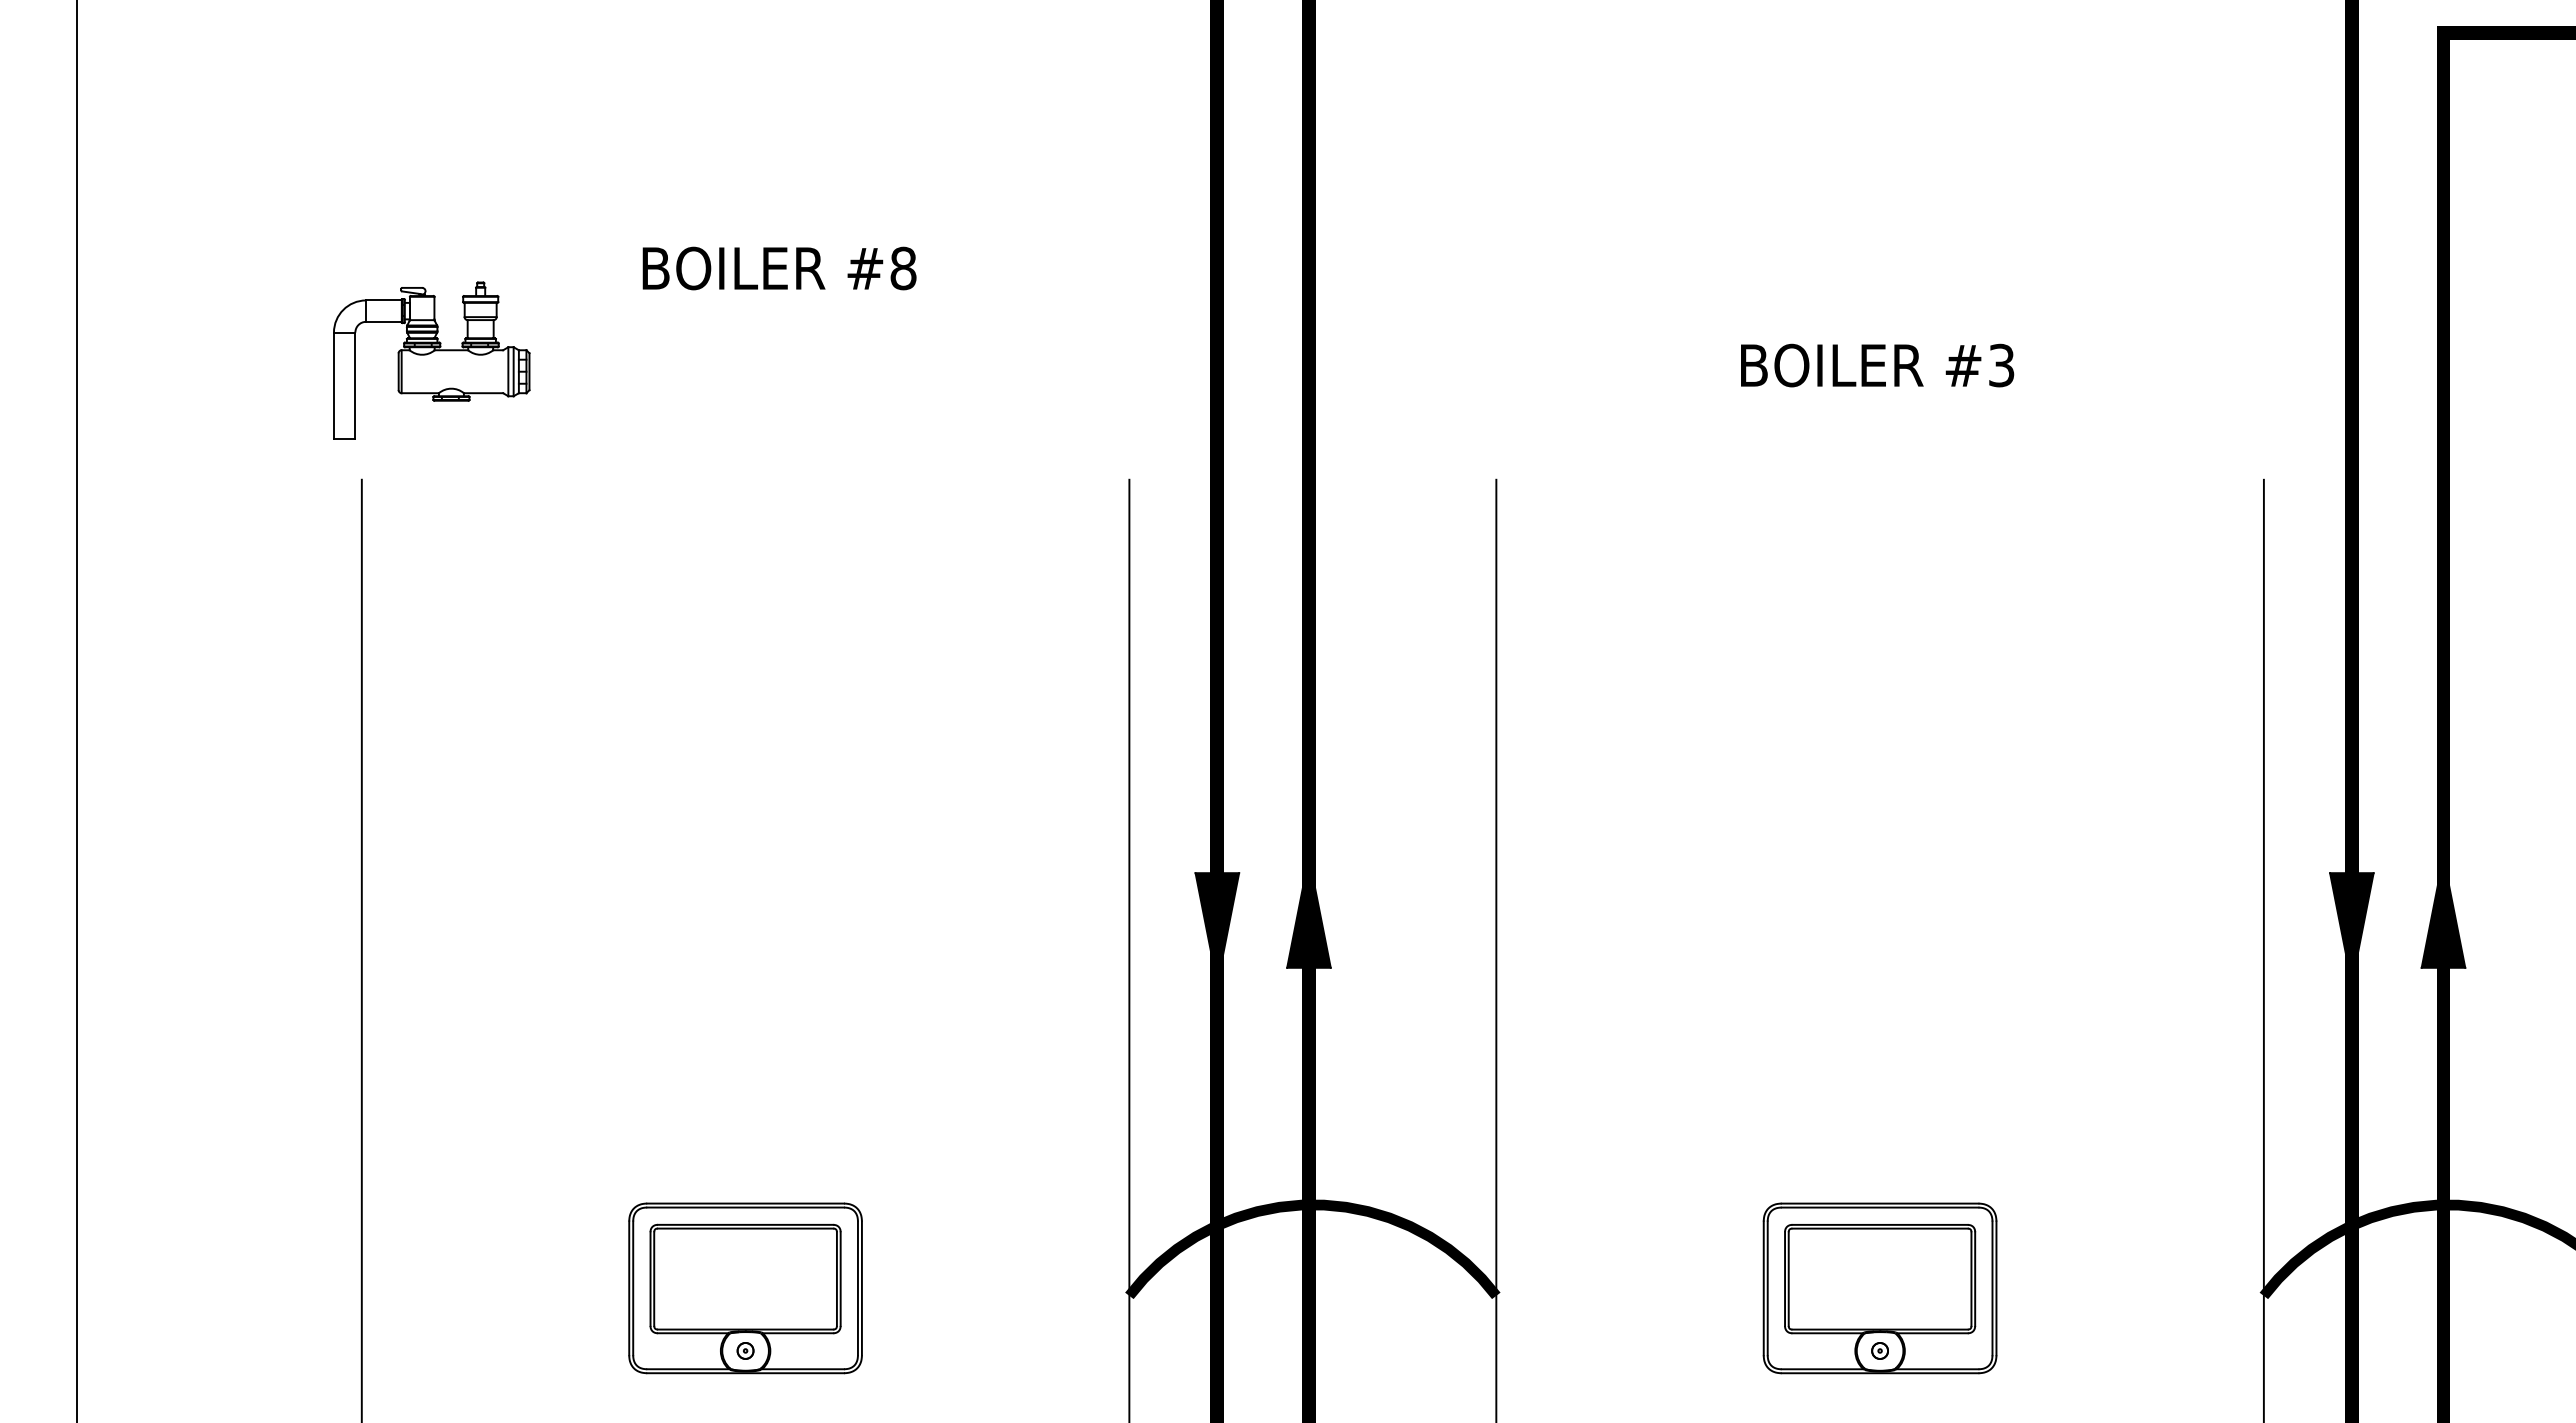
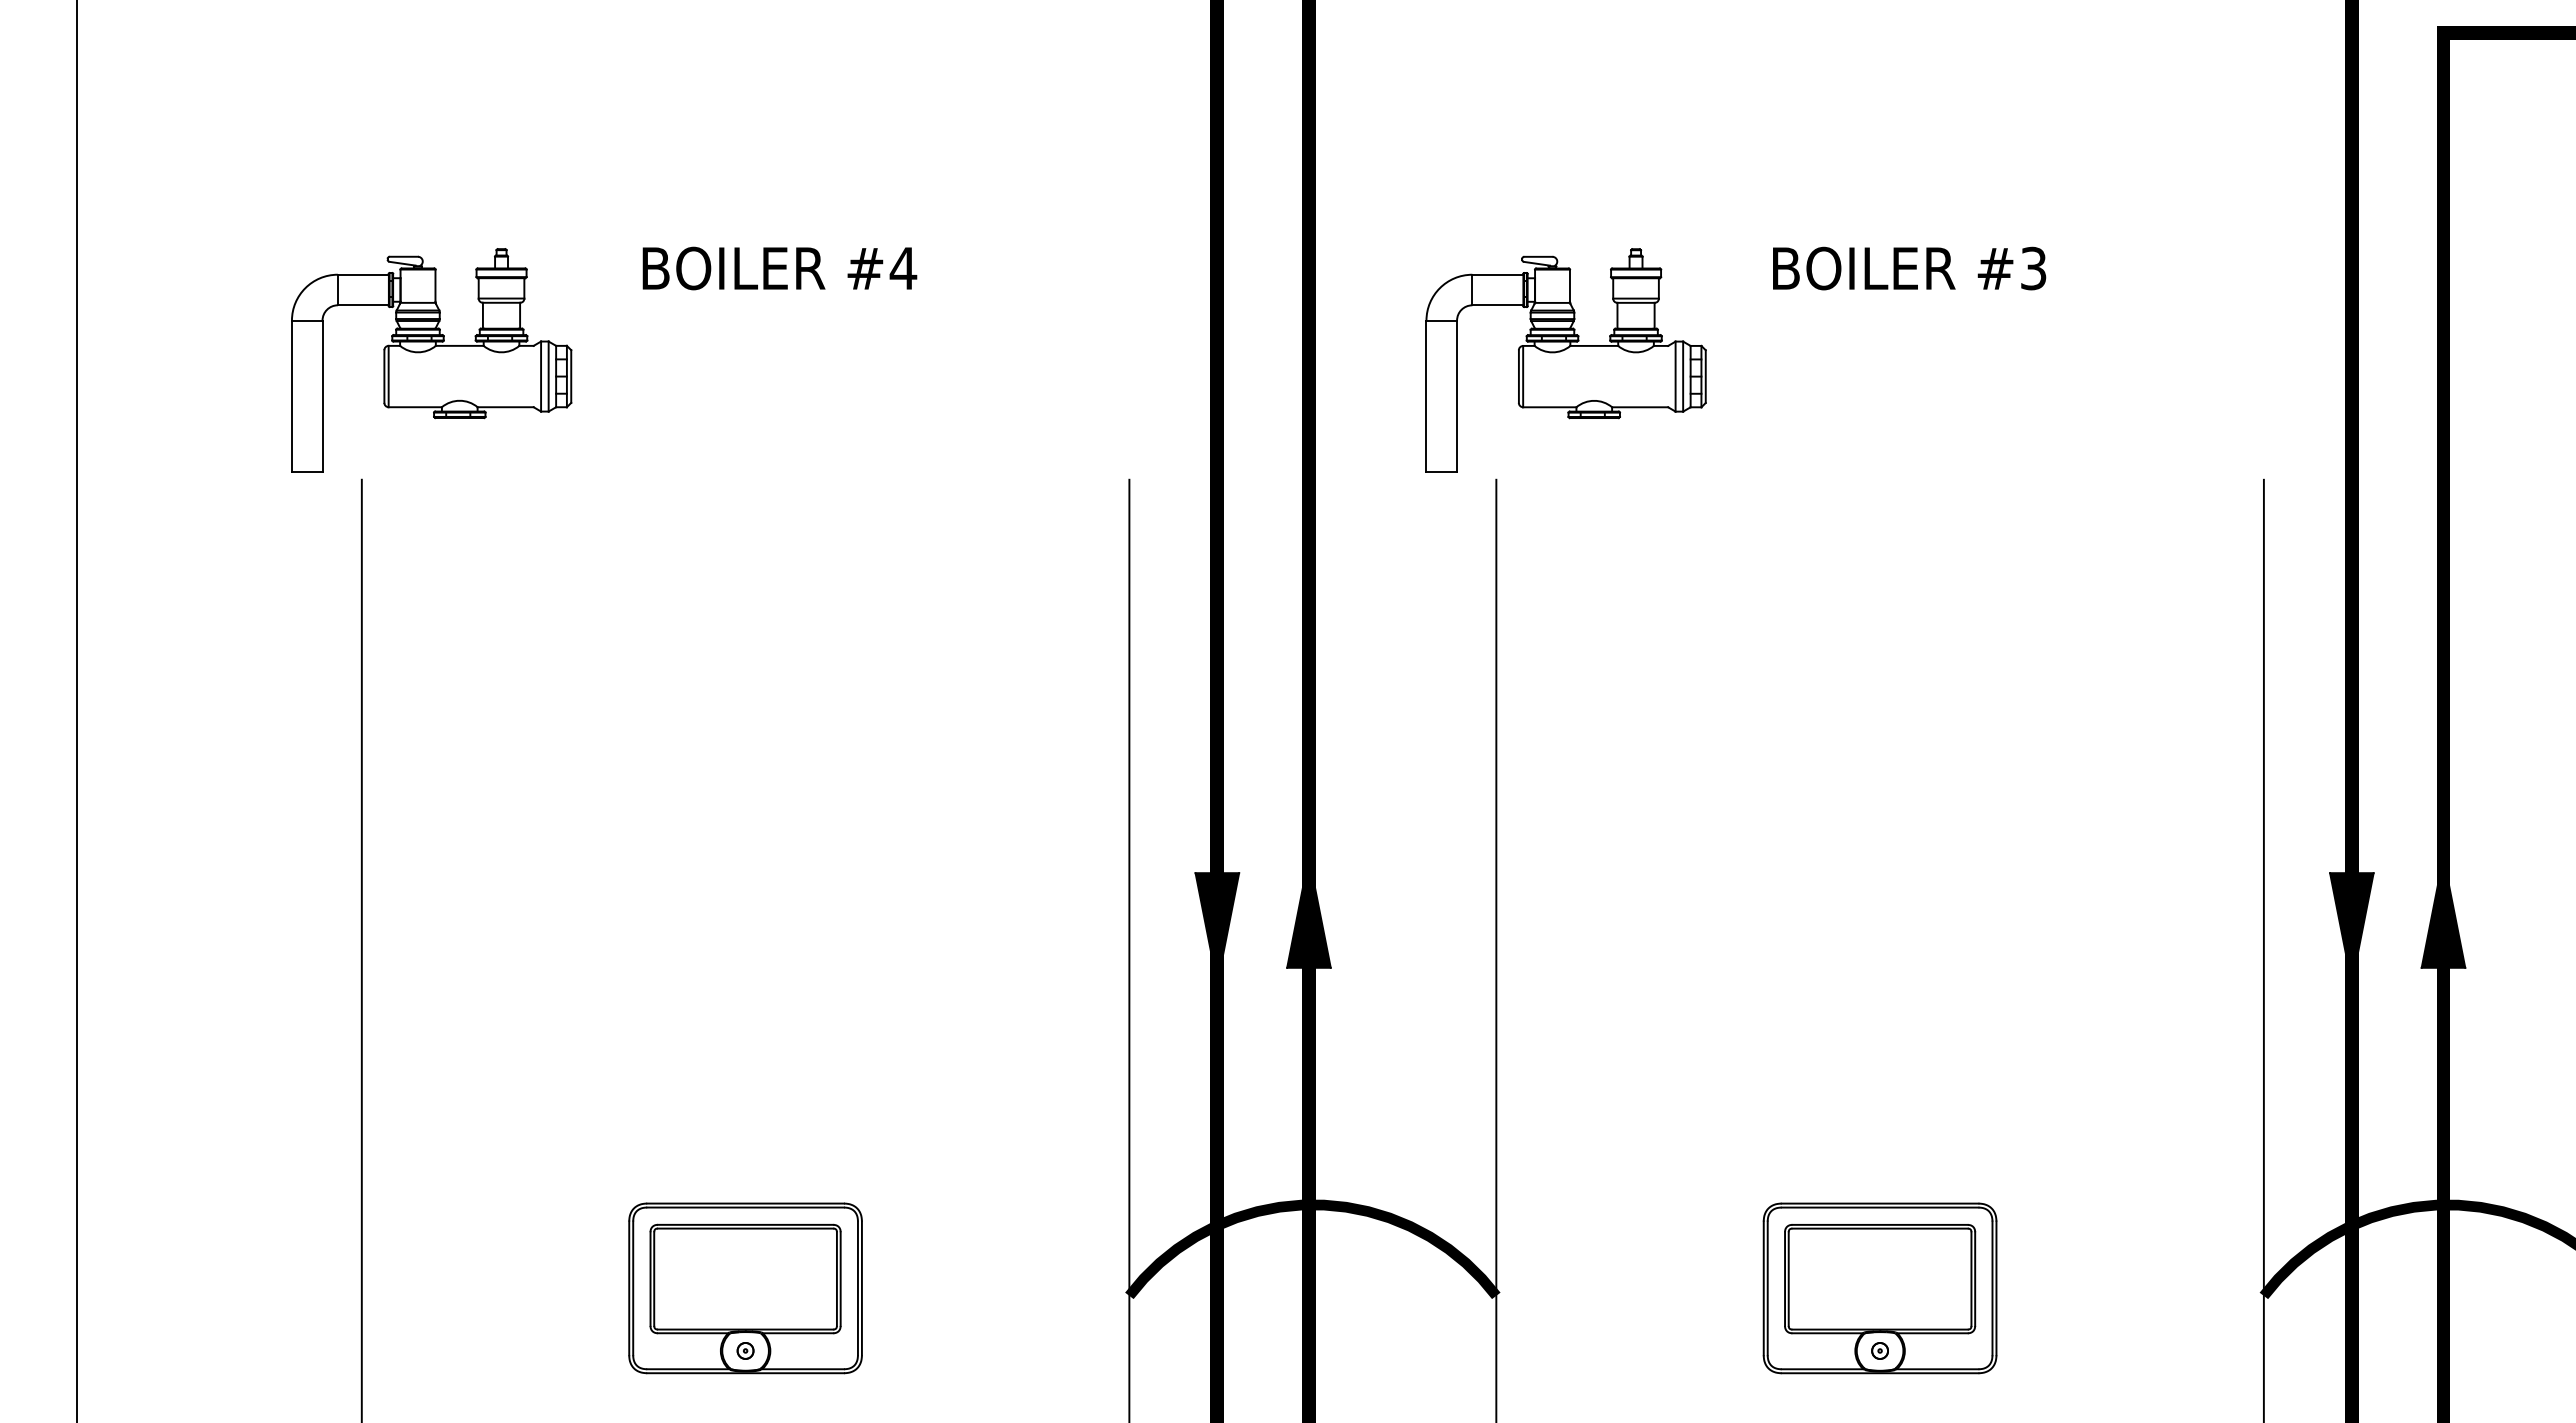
text at (903, 268): #8 -> #4
part at (431, 360) size: 198x159 px -> 282x225 px
part at (1565, 360): none -> present
text at (1877, 365) position: (1877, 365) -> (1909, 268)
